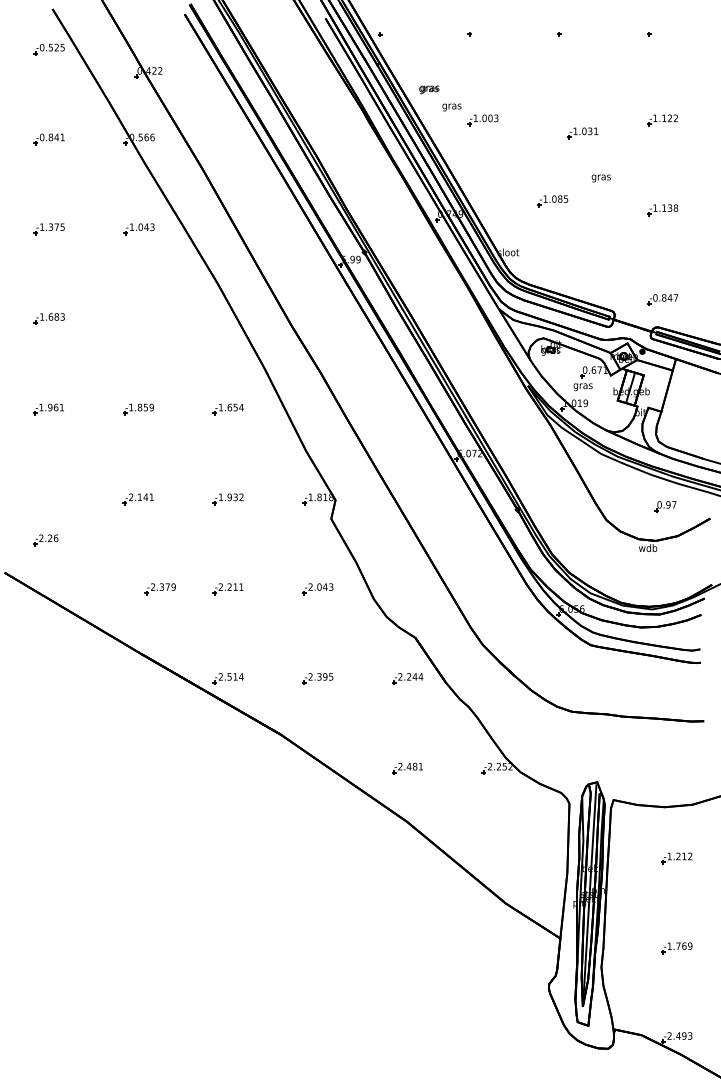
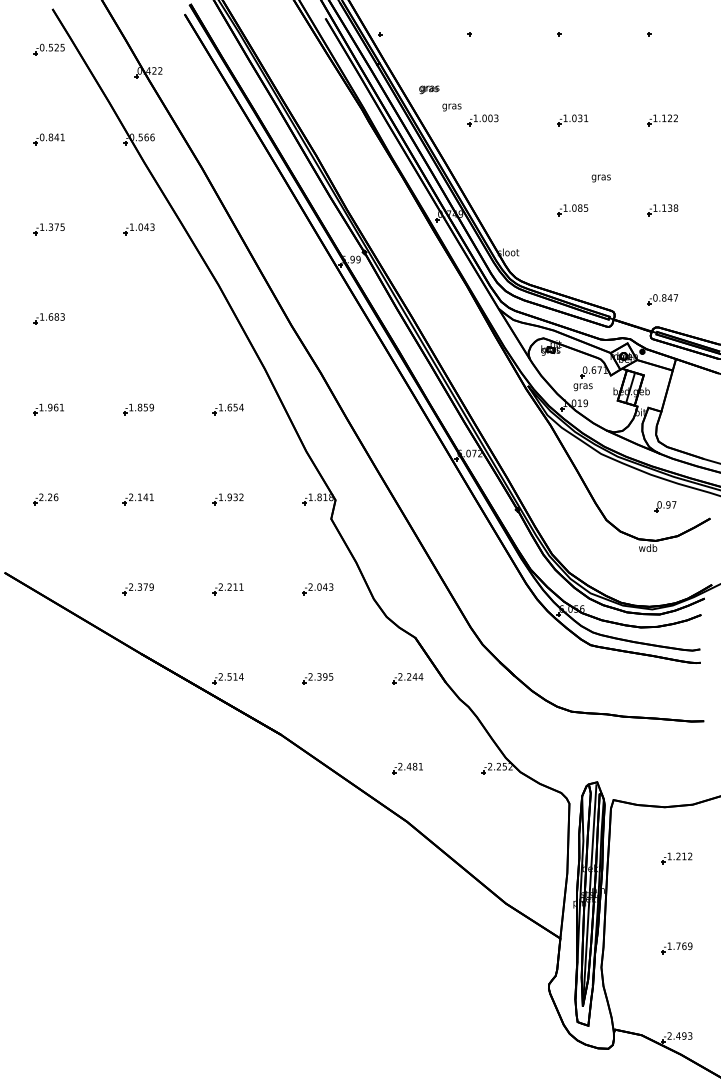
part at (582, 133) position: (582, 133) -> (572, 120)
part at (552, 201) position: (552, 201) -> (572, 210)
part at (45, 540) position: (45, 540) -> (45, 499)
part at (159, 589) position: (159, 589) -> (137, 589)
